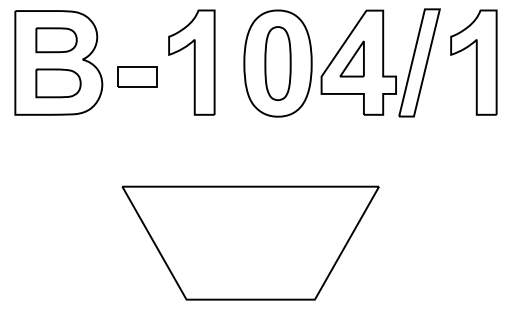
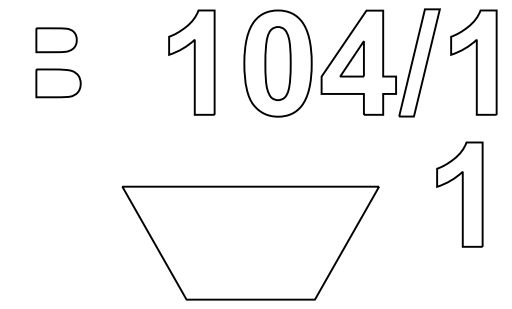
part at (58, 62): present -> none
part at (137, 76): present -> none
part at (459, 194): none -> present
